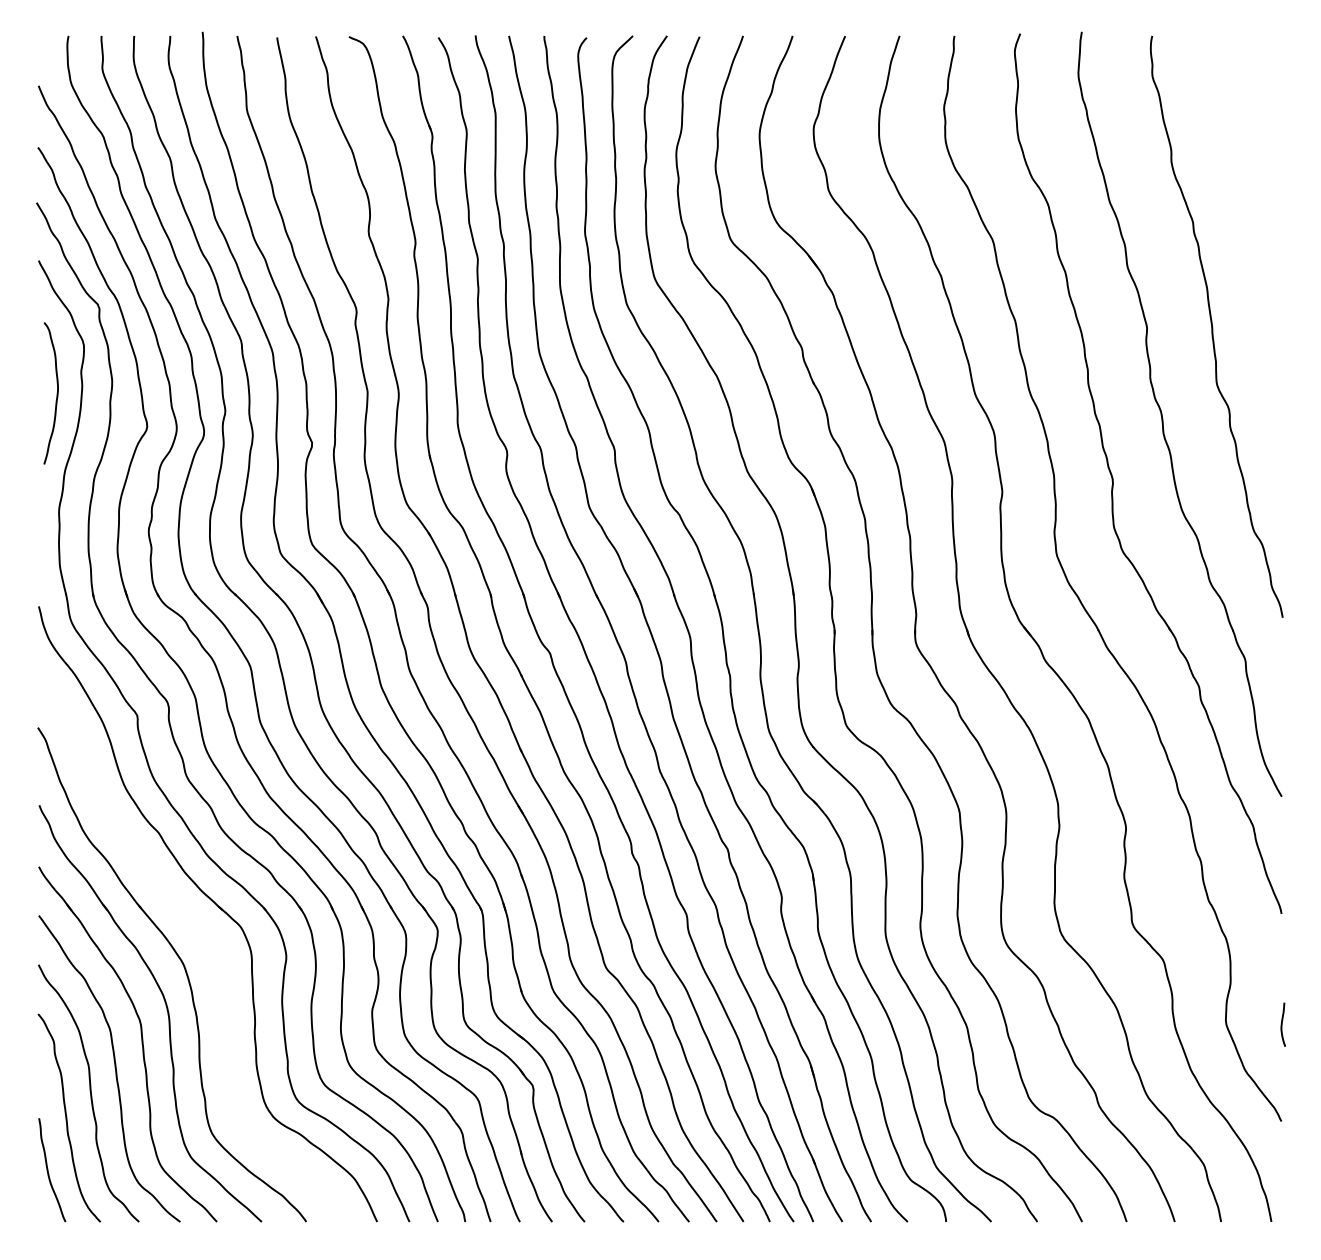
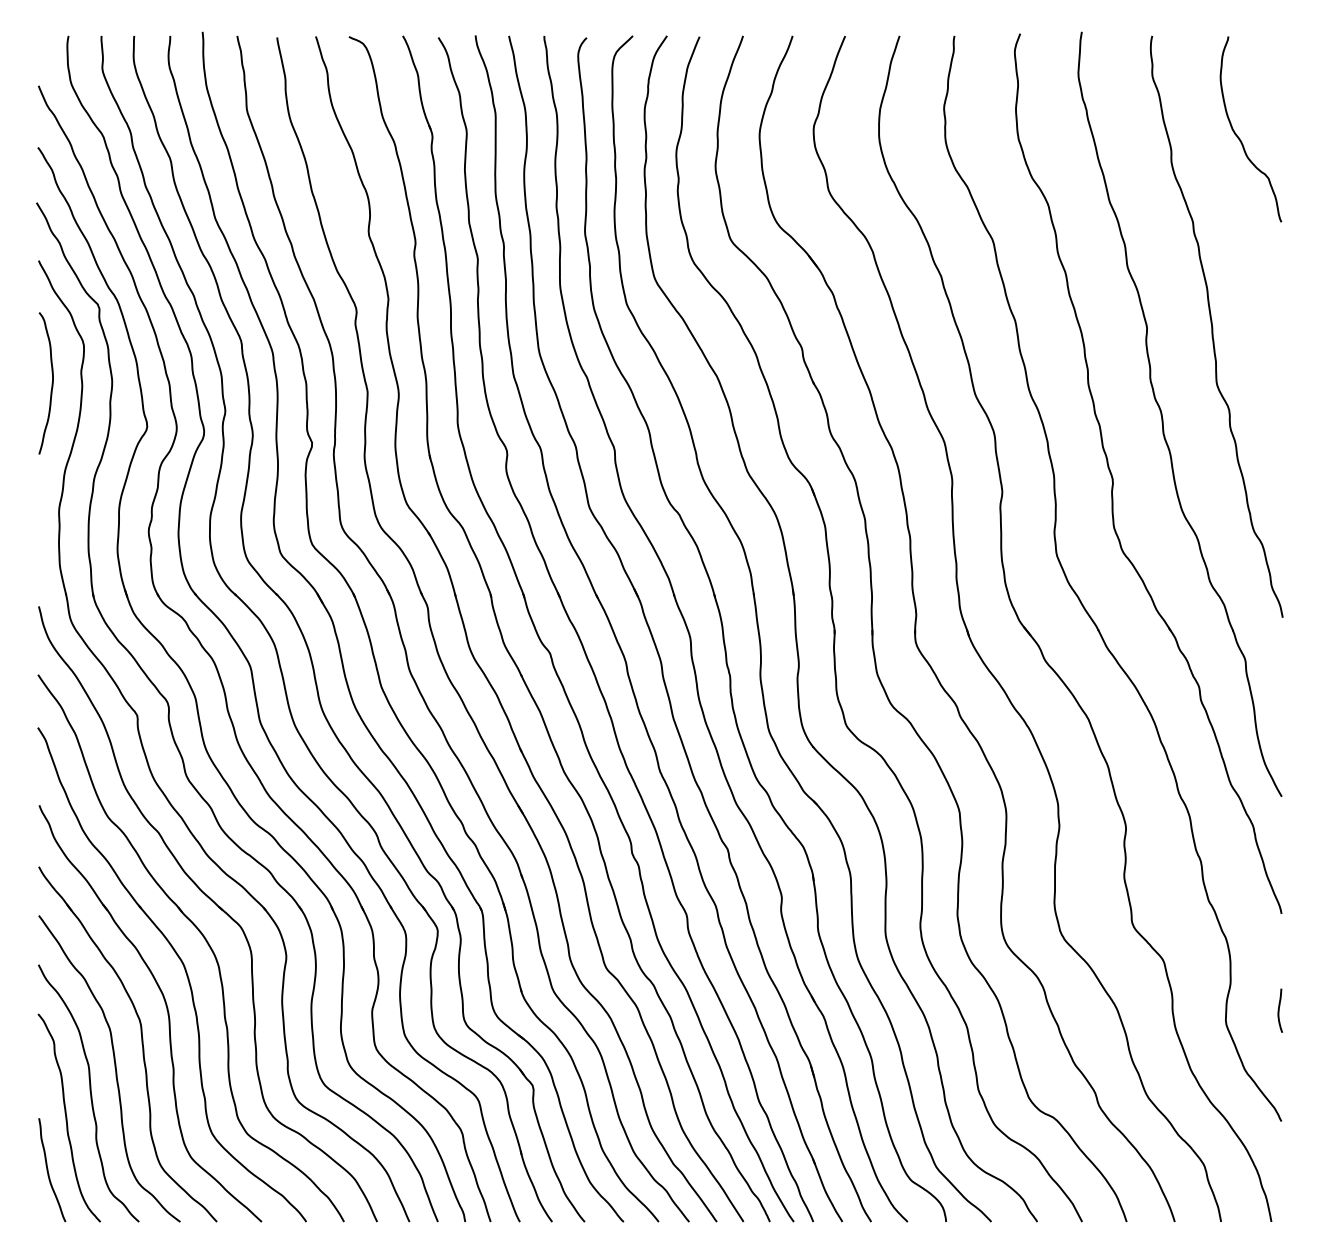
curve at (1240, 138): none -> present
curve at (56, 393) position: (56, 393) -> (51, 383)
part at (205, 941): none -> present
curve at (1282, 1024) position: (1282, 1024) -> (1279, 1010)
